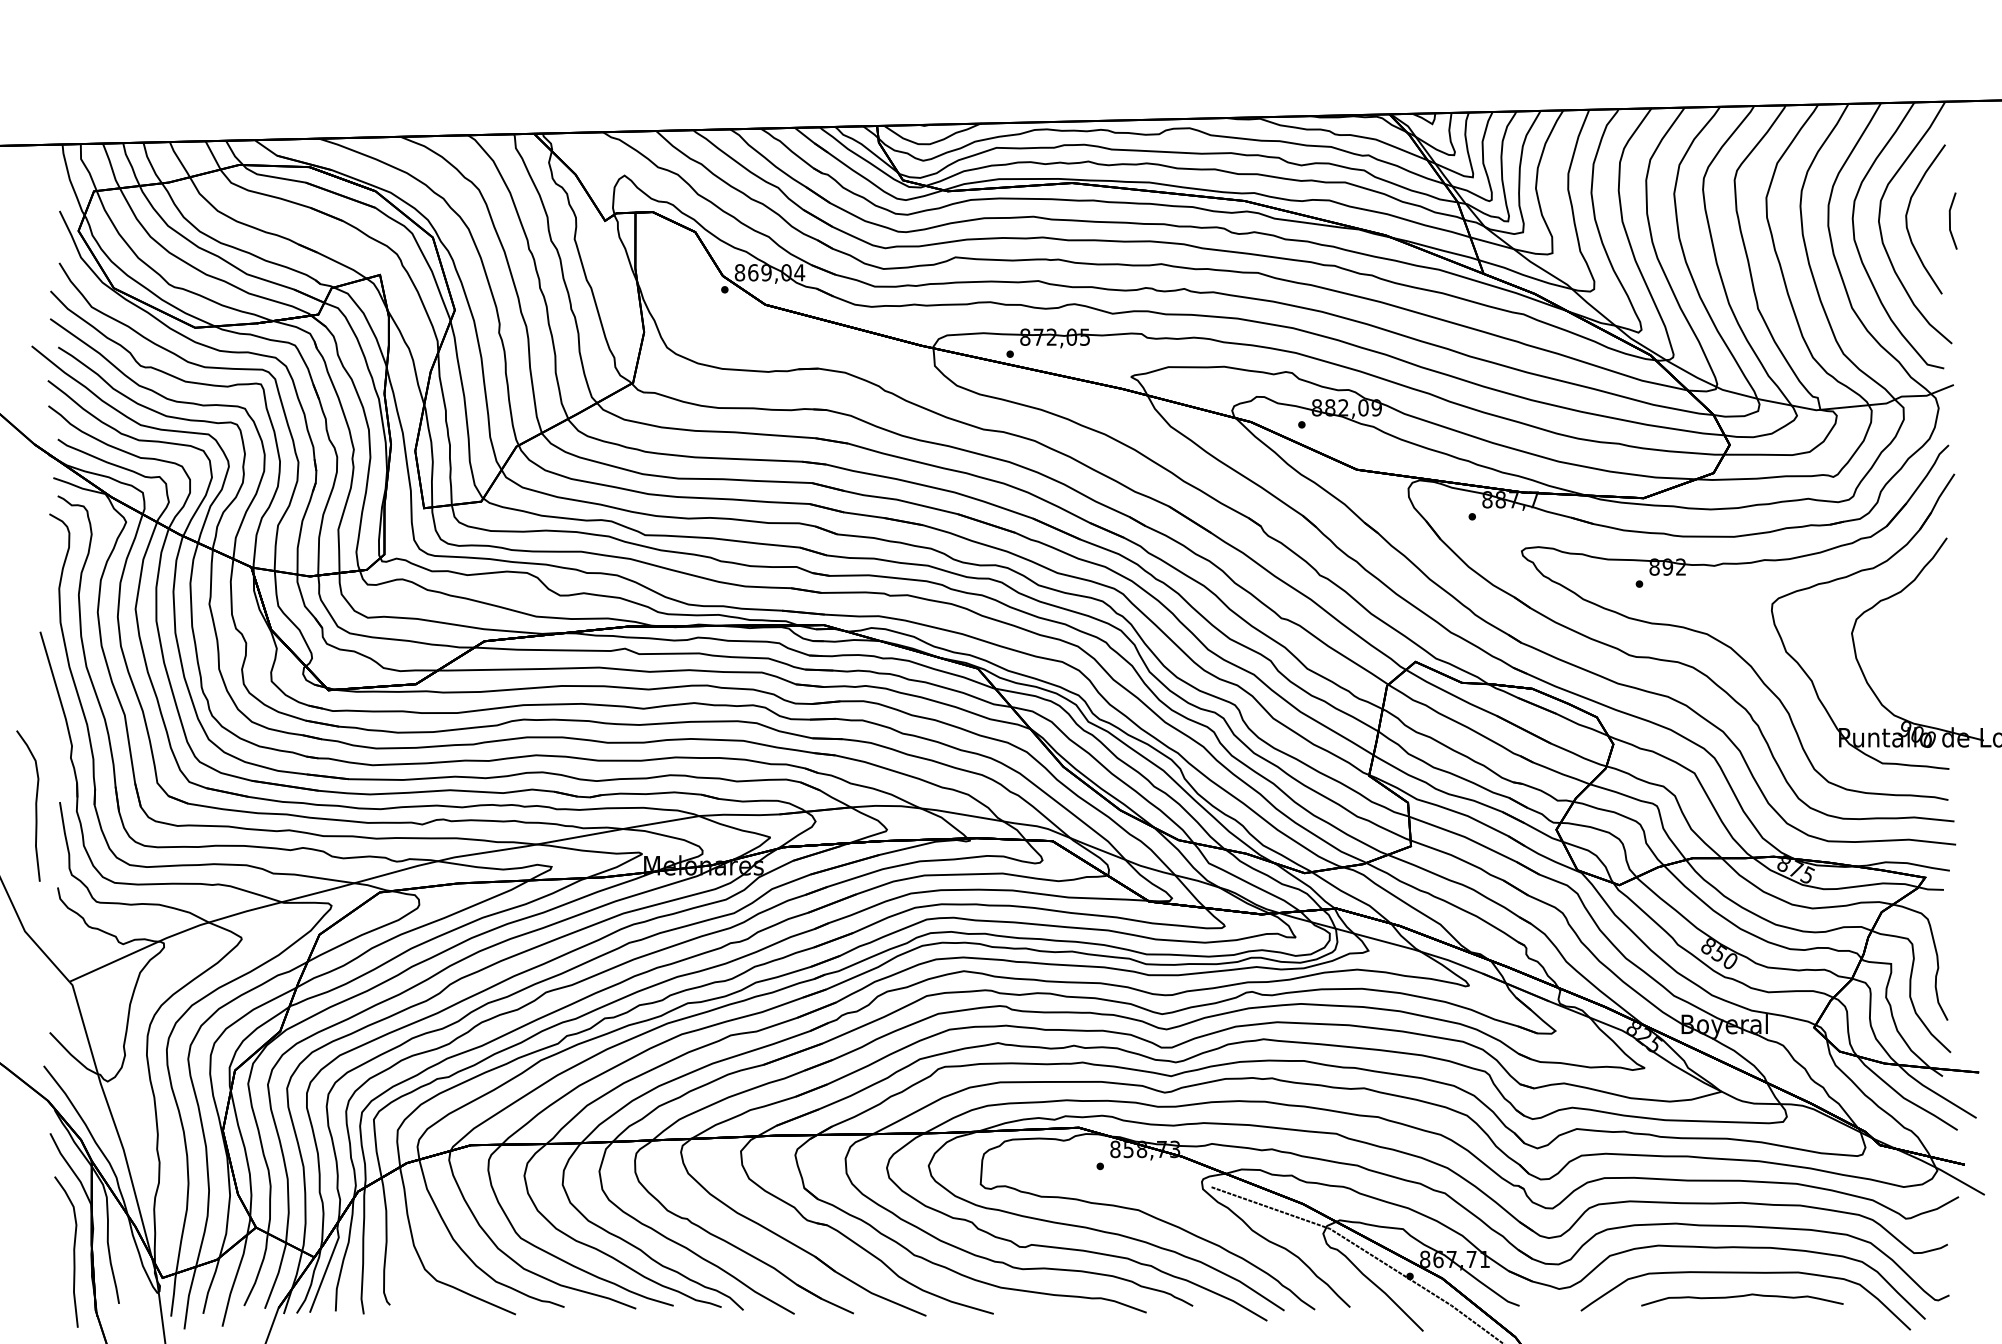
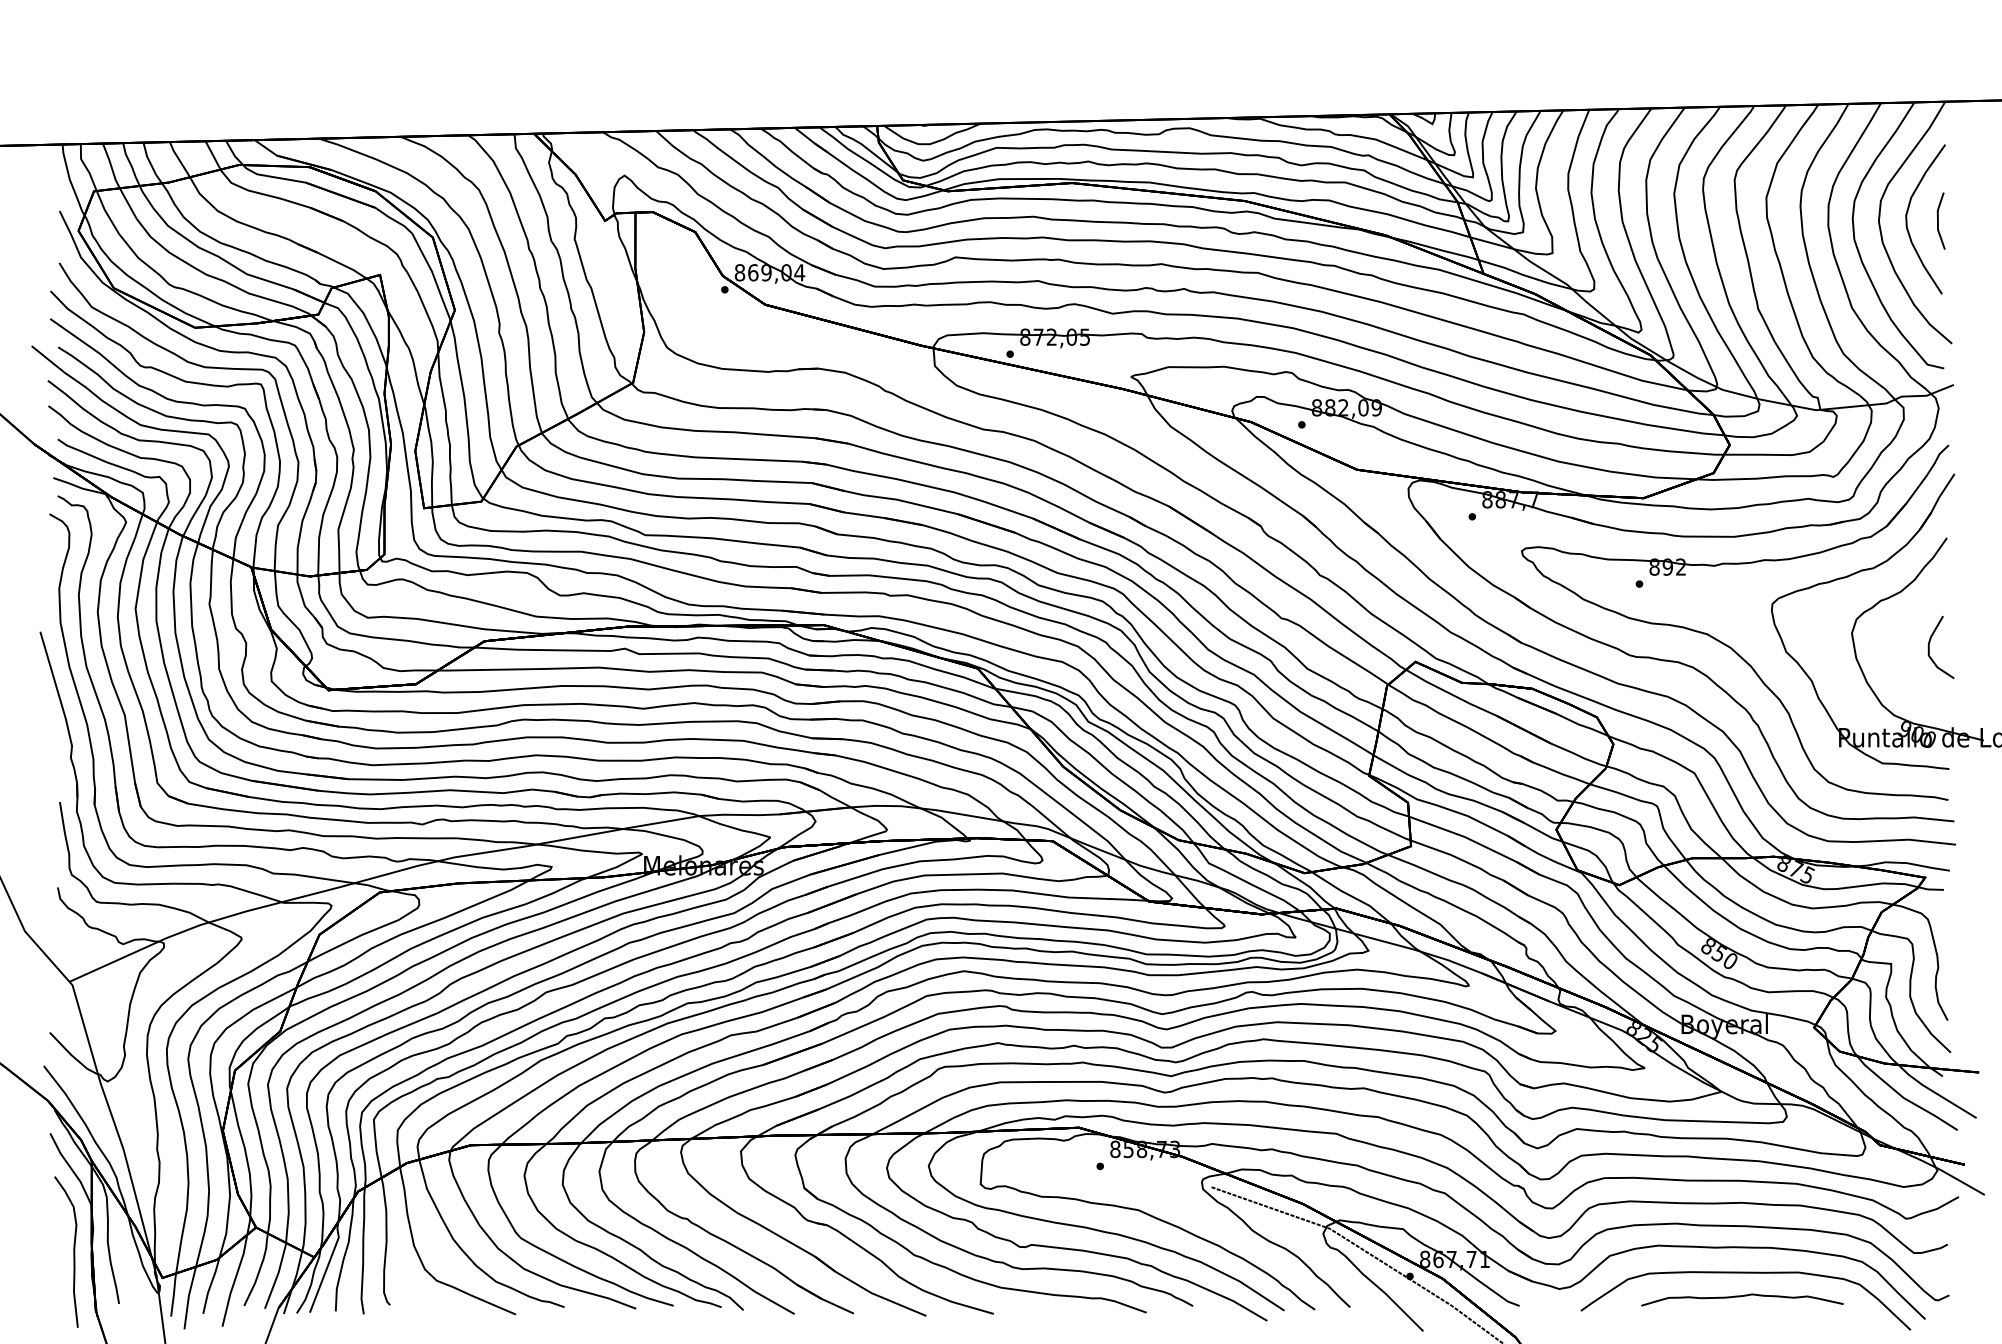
line at (1950, 220) position: (1950, 220) -> (1938, 220)
curve at (1930, 642): none -> present
curve at (35, 805): present -> none
